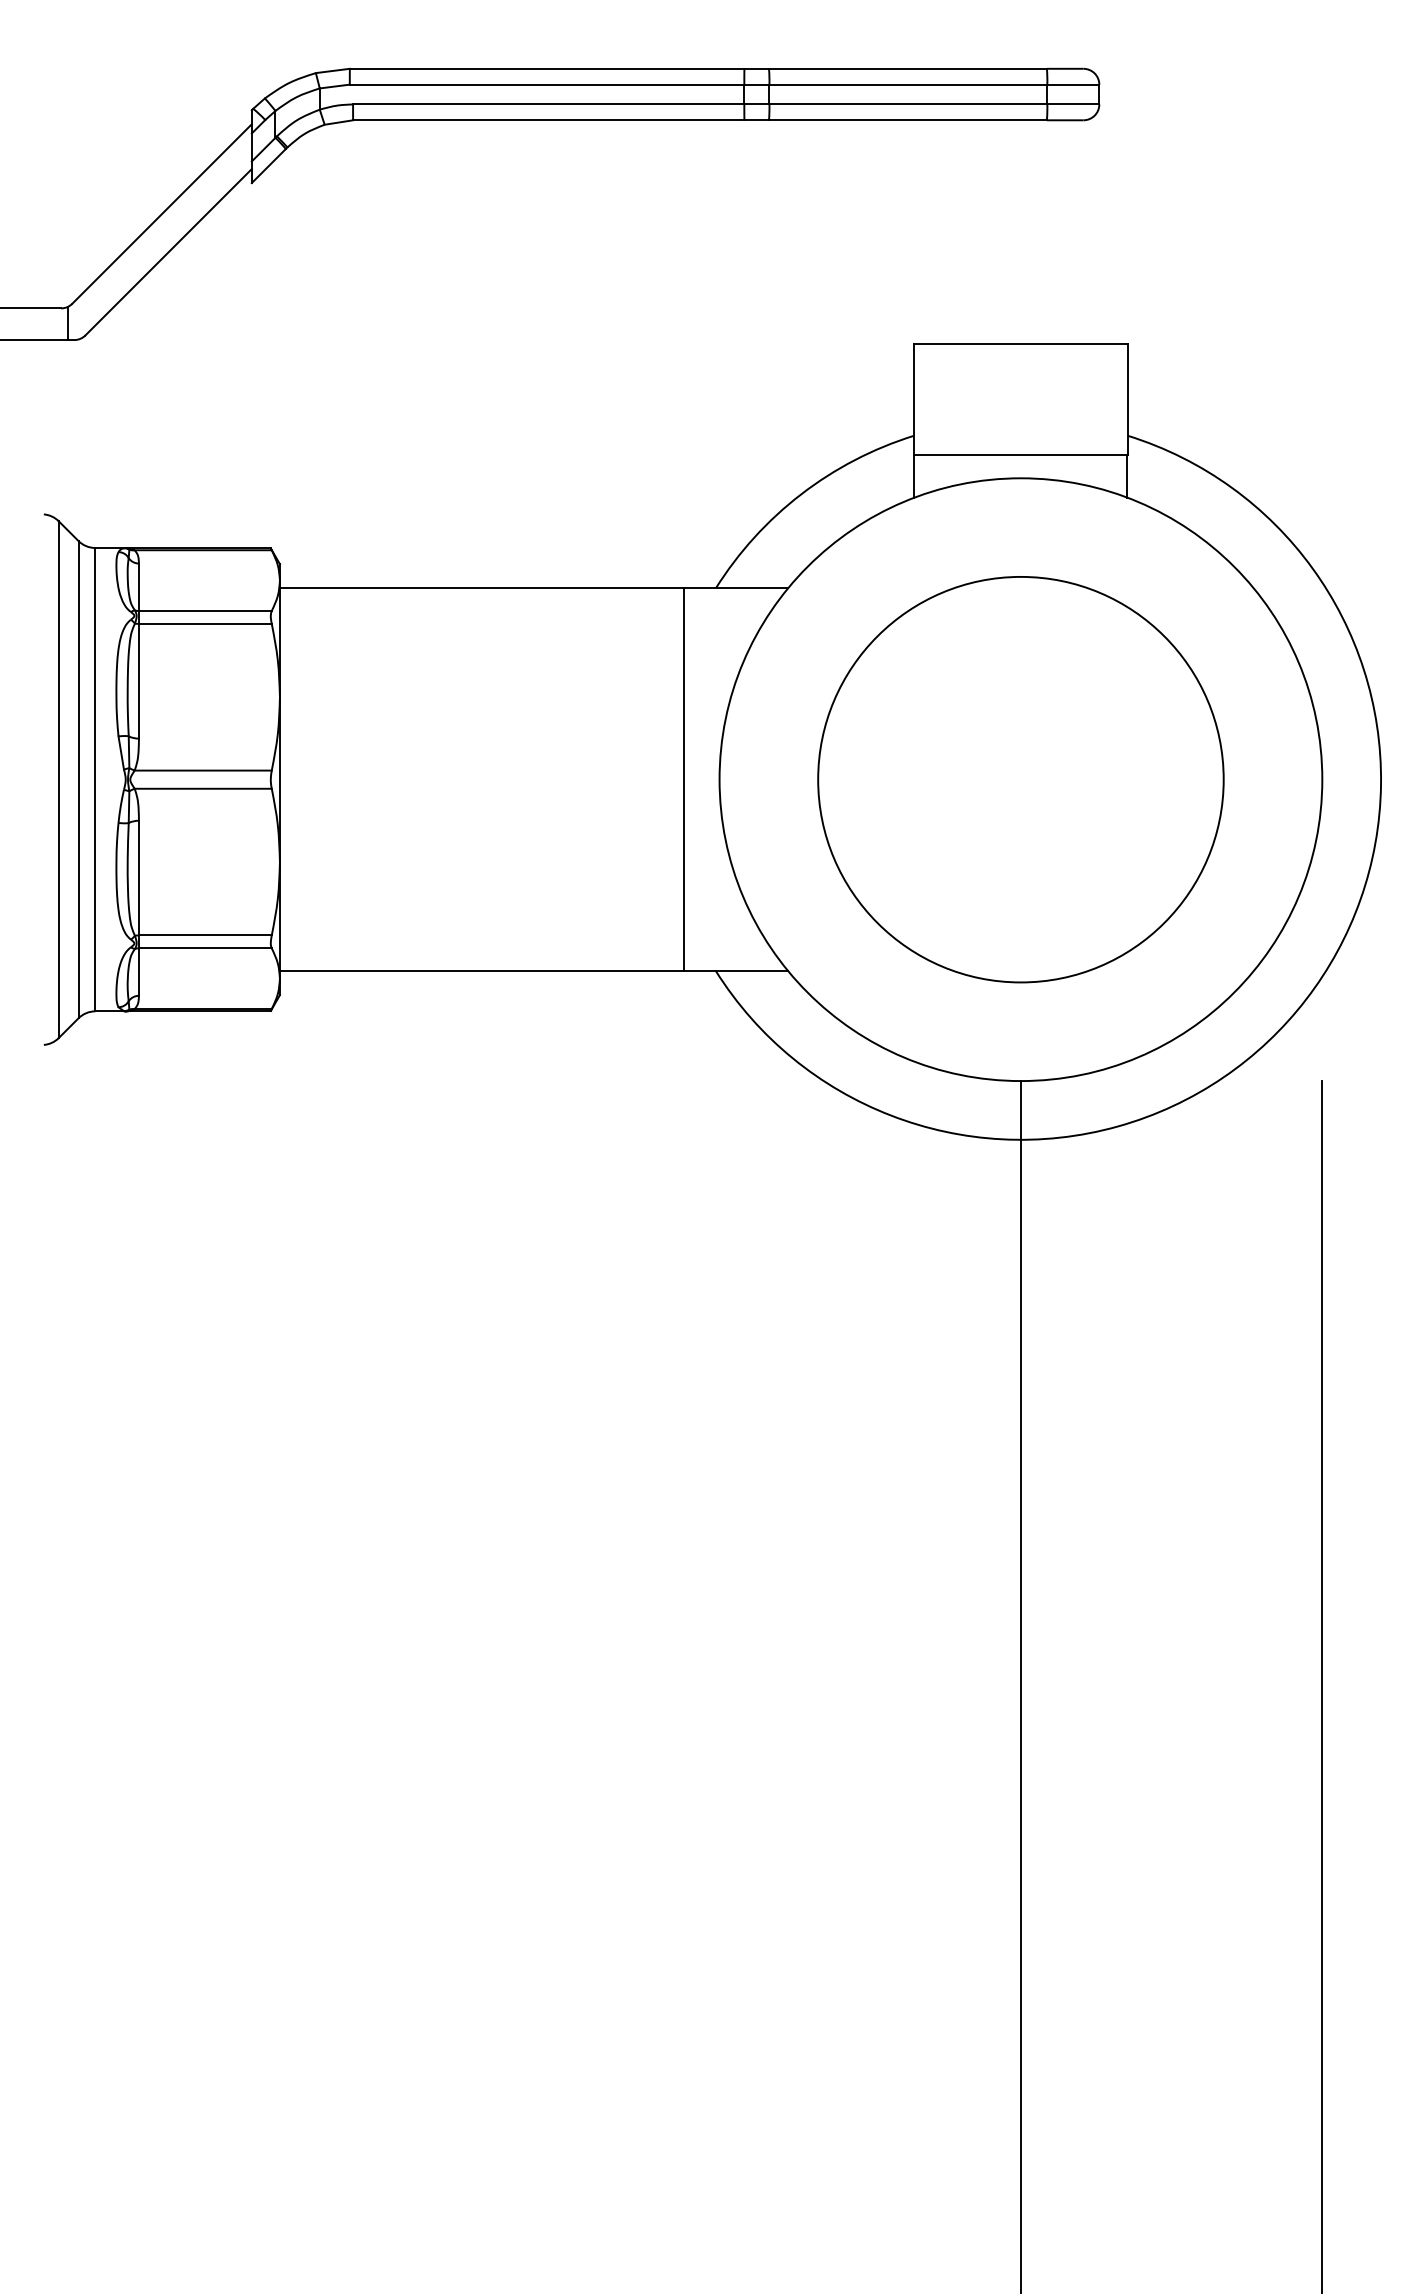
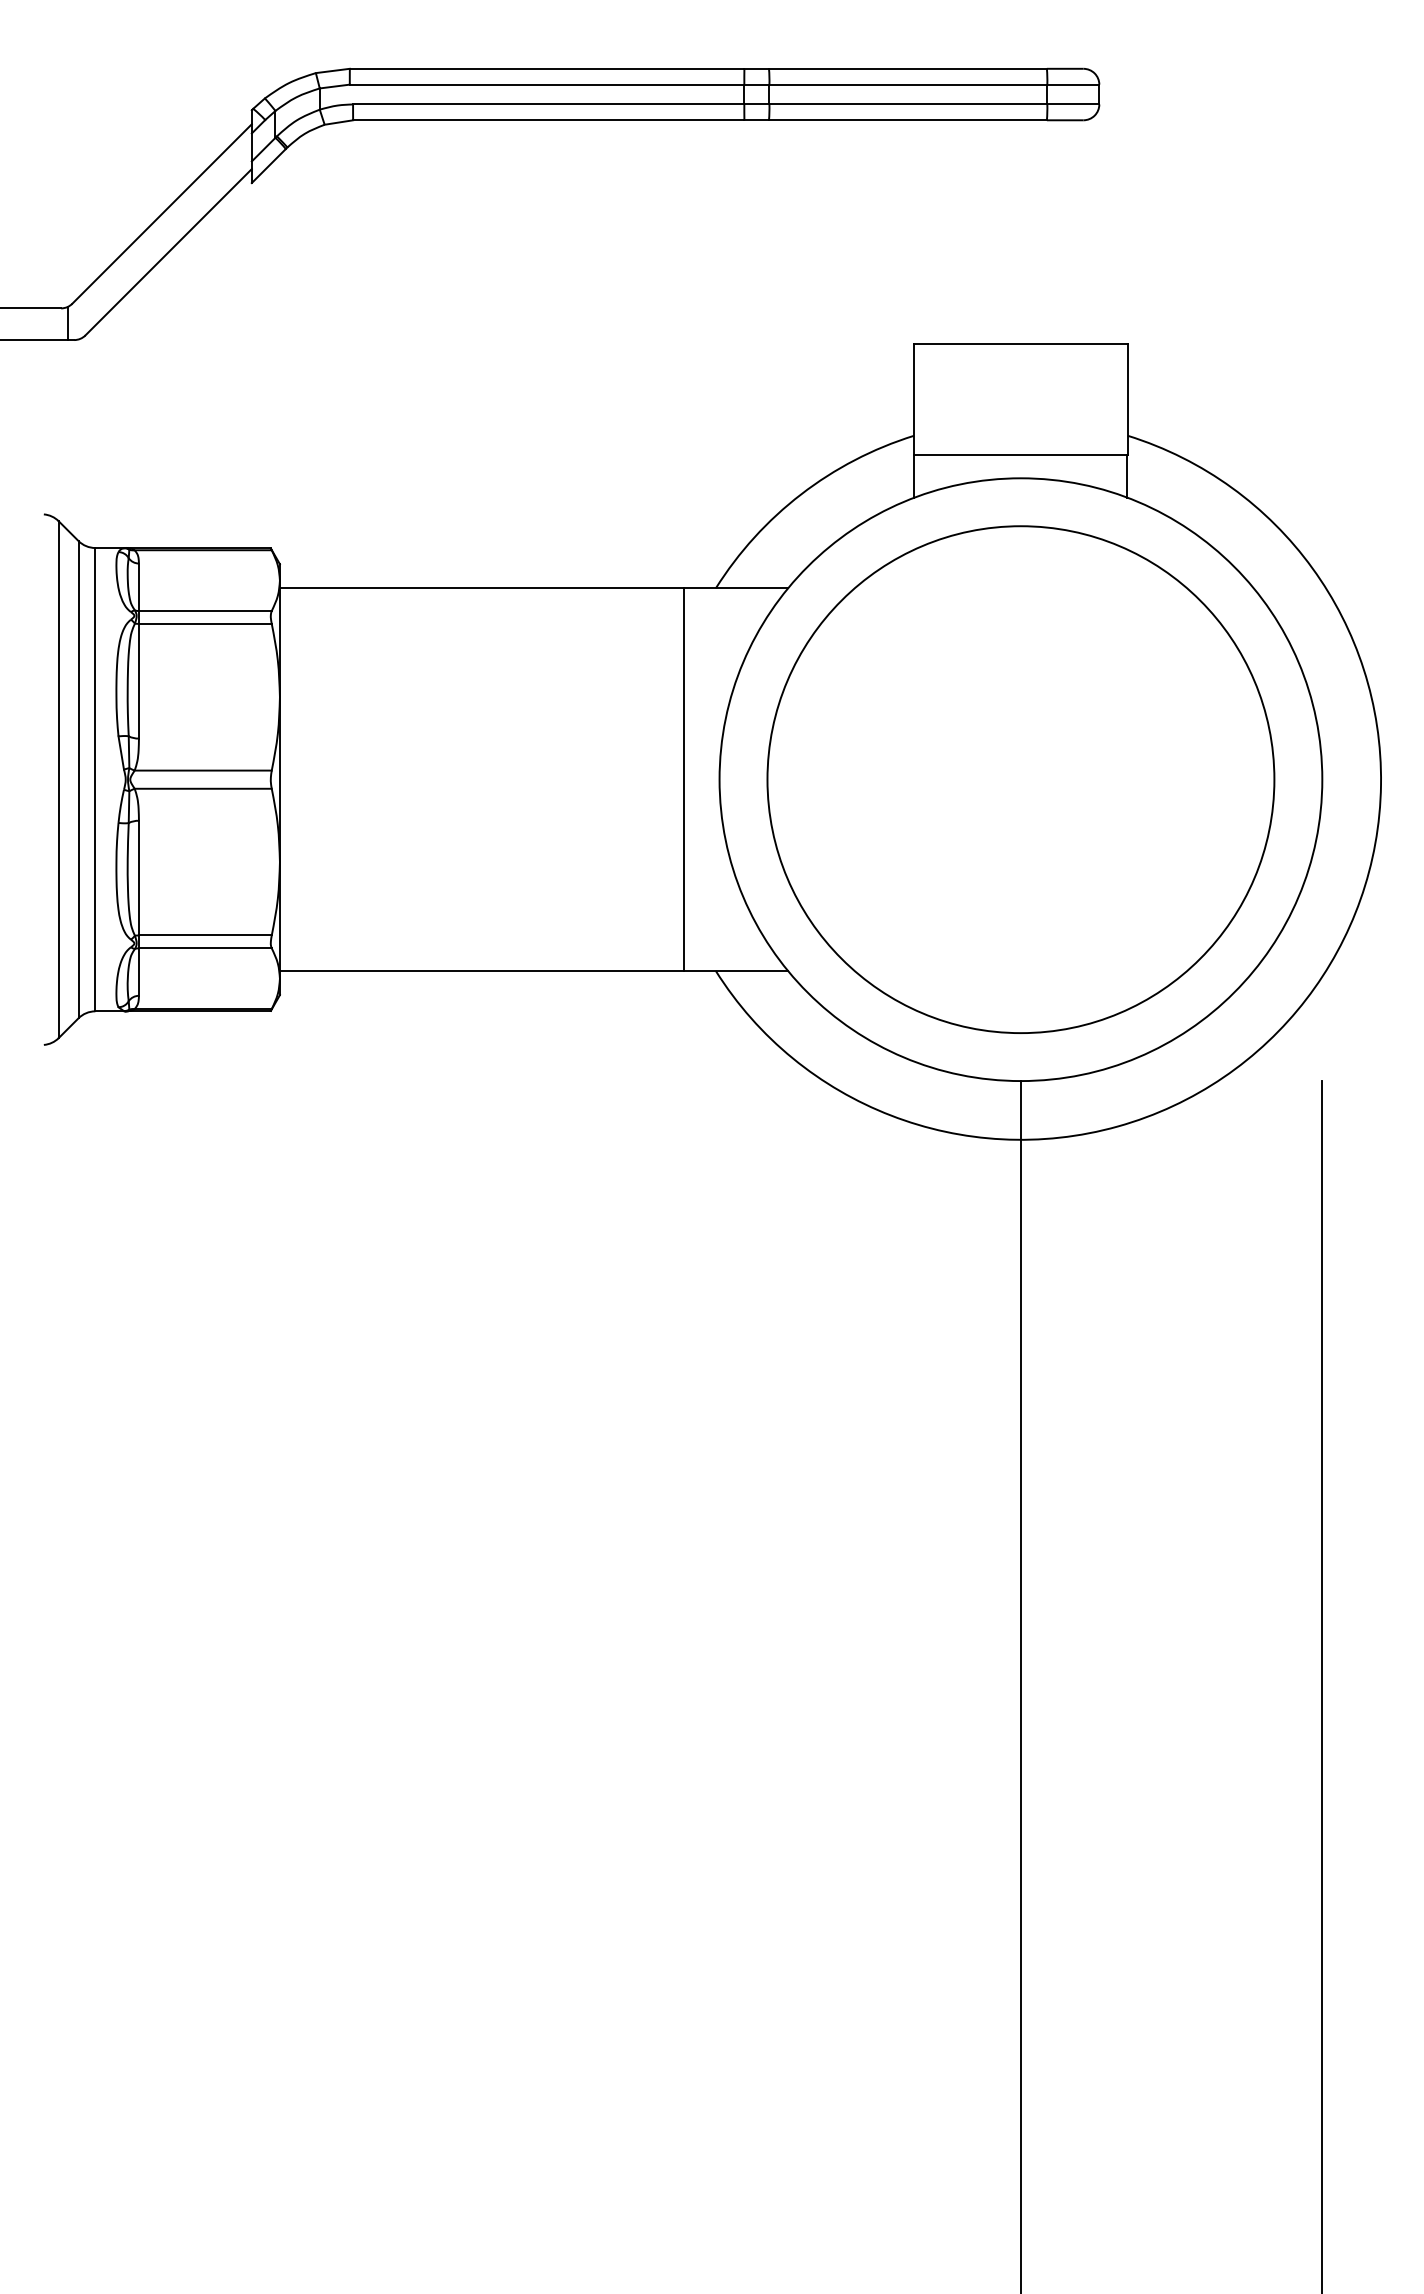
circle at (1020, 779) diameter: 406 px -> 507 px
